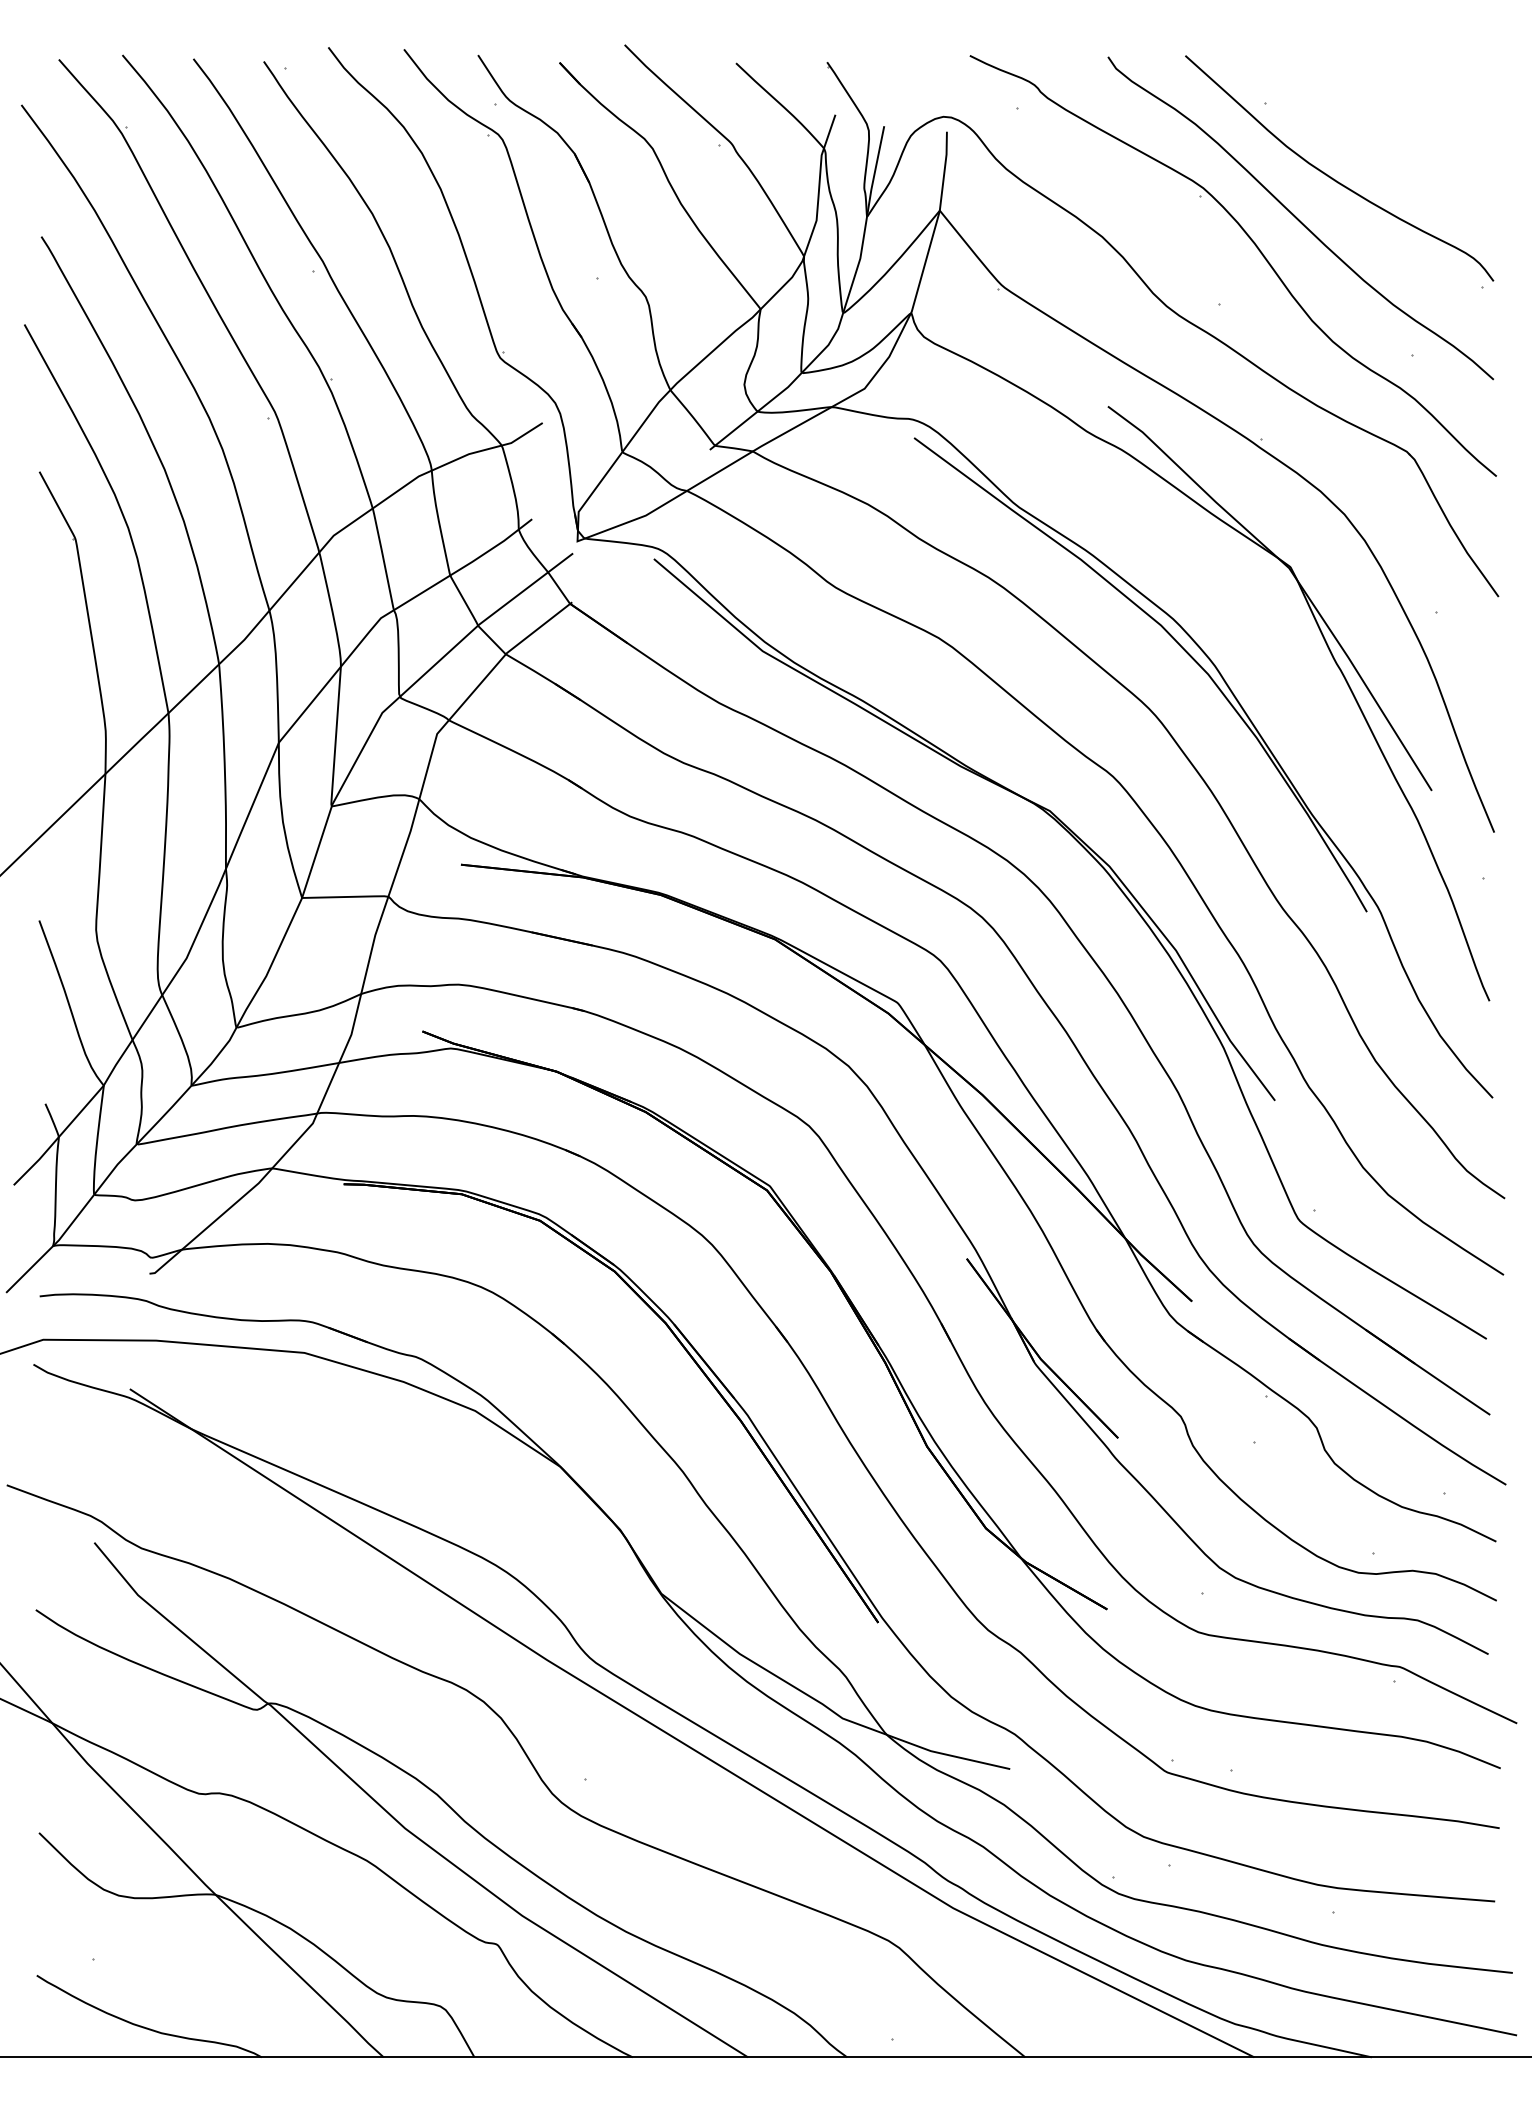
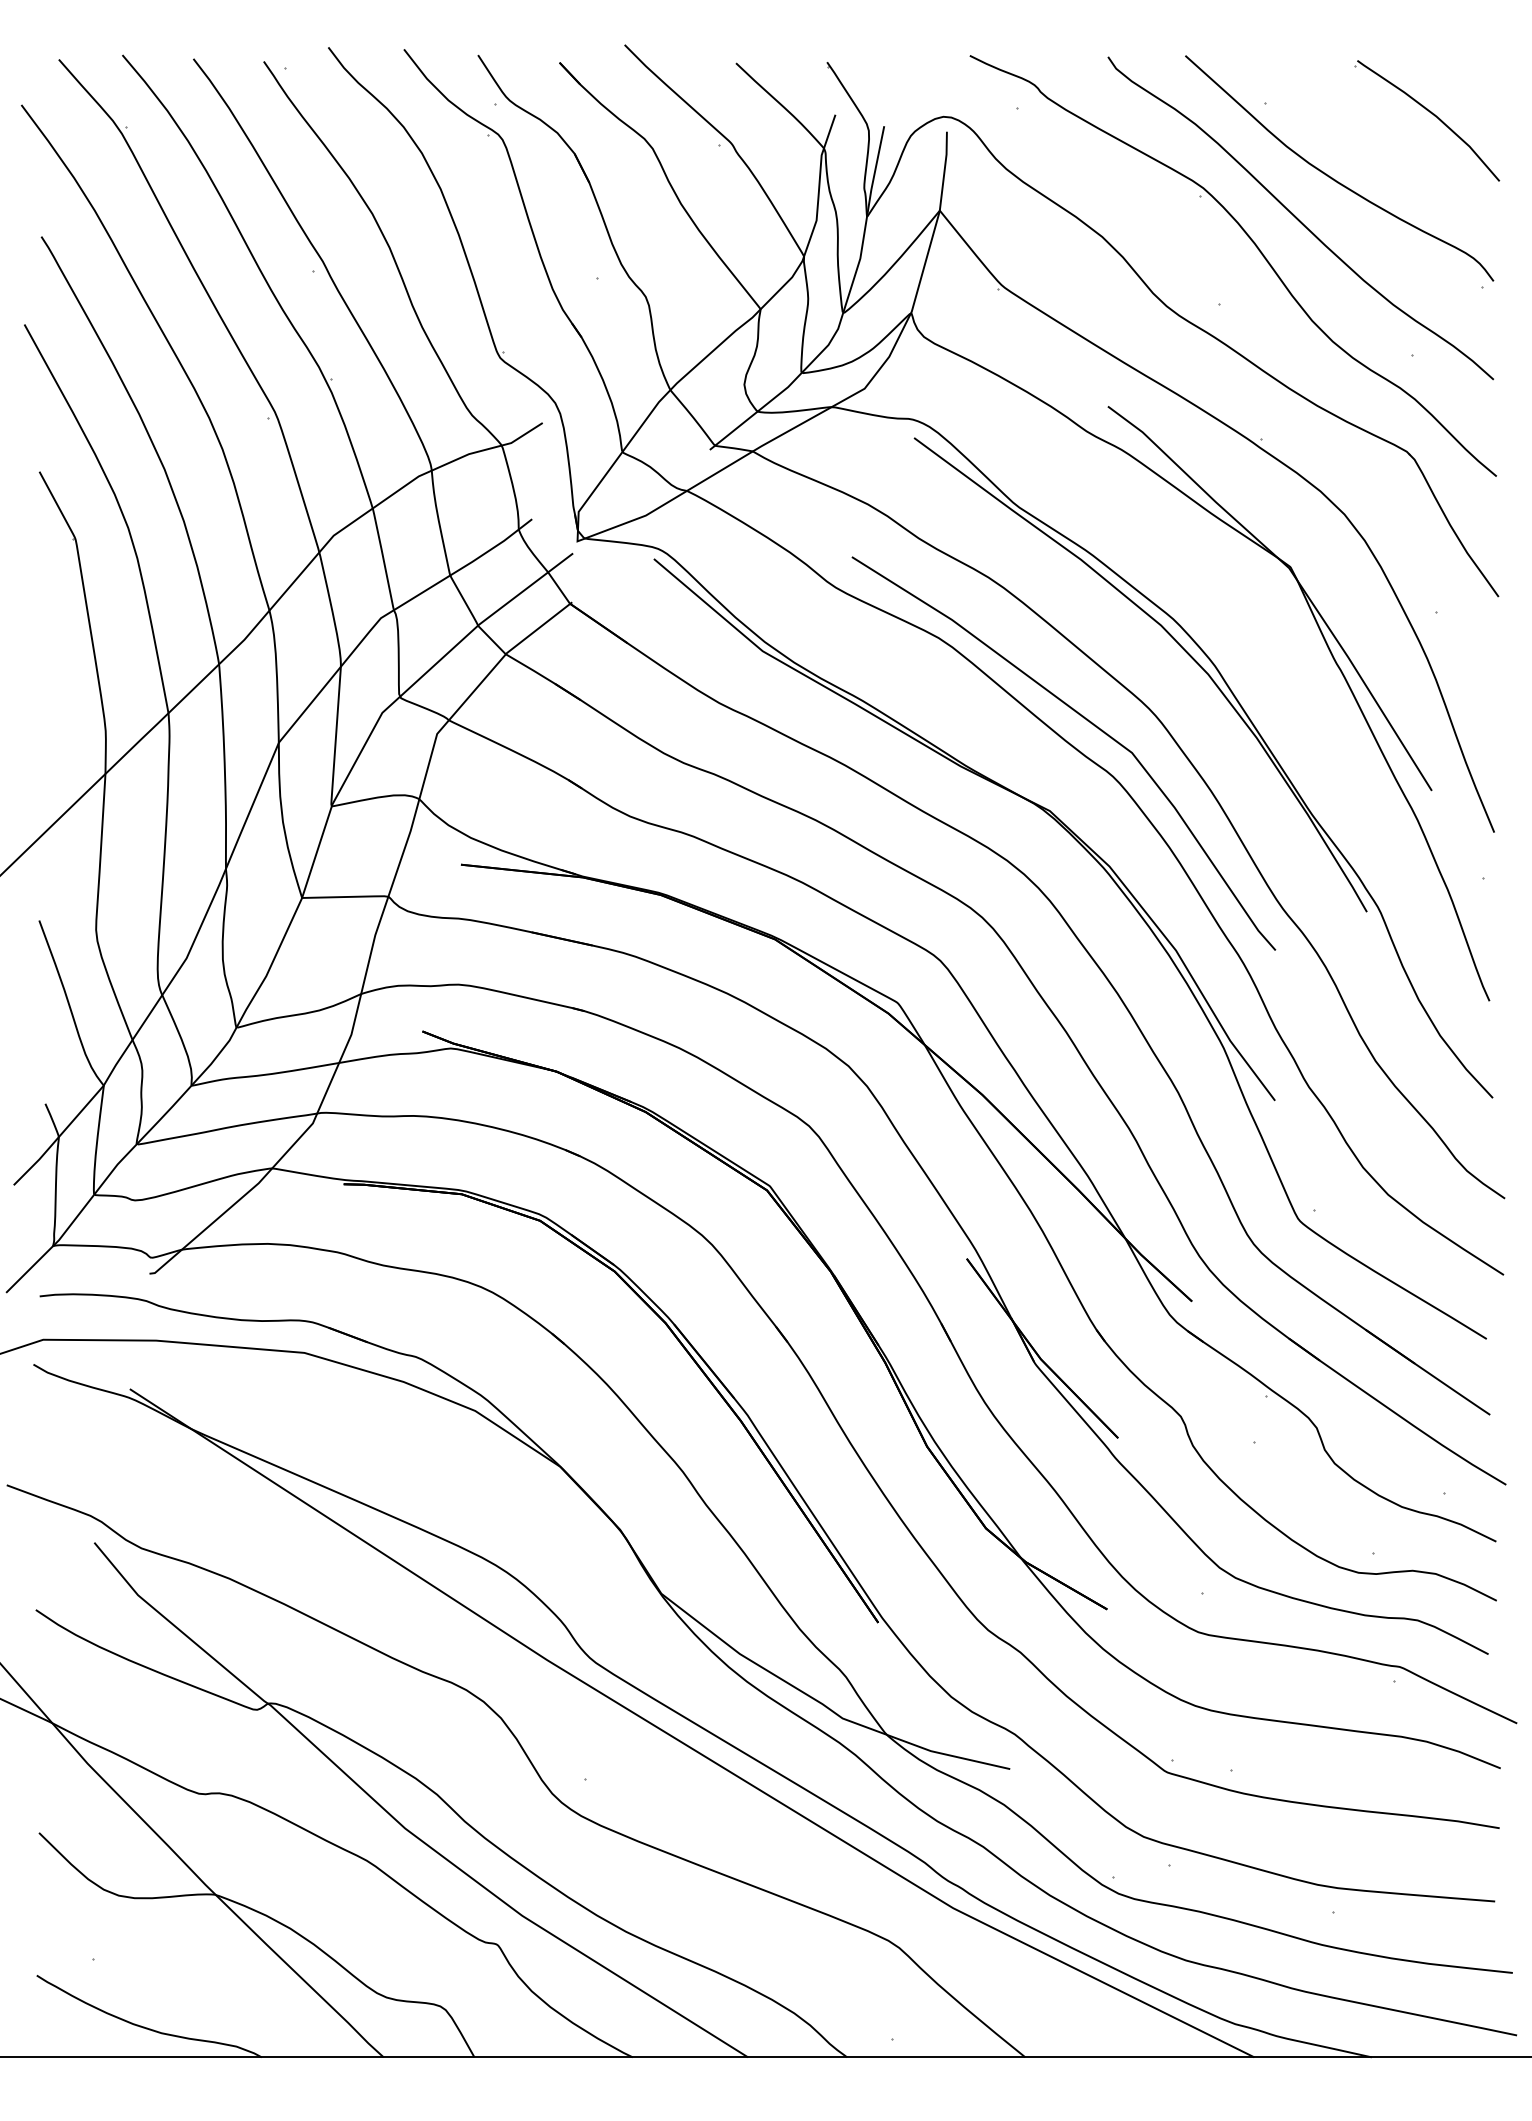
part at (1430, 113): none -> present
curve at (1087, 721): none -> present
